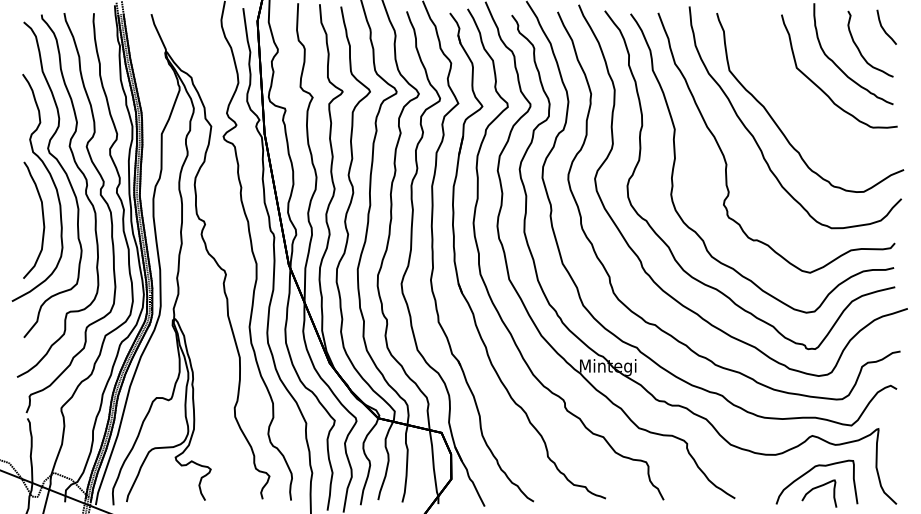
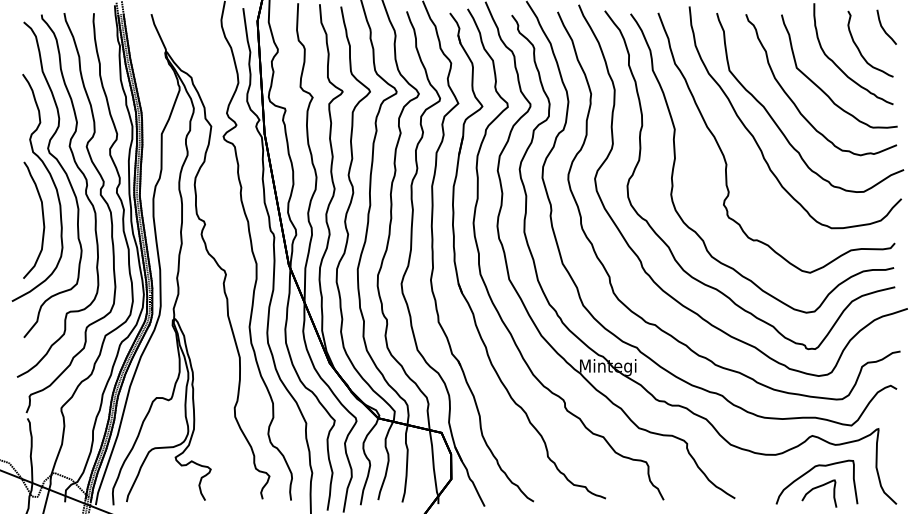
curve at (795, 103): none -> present
